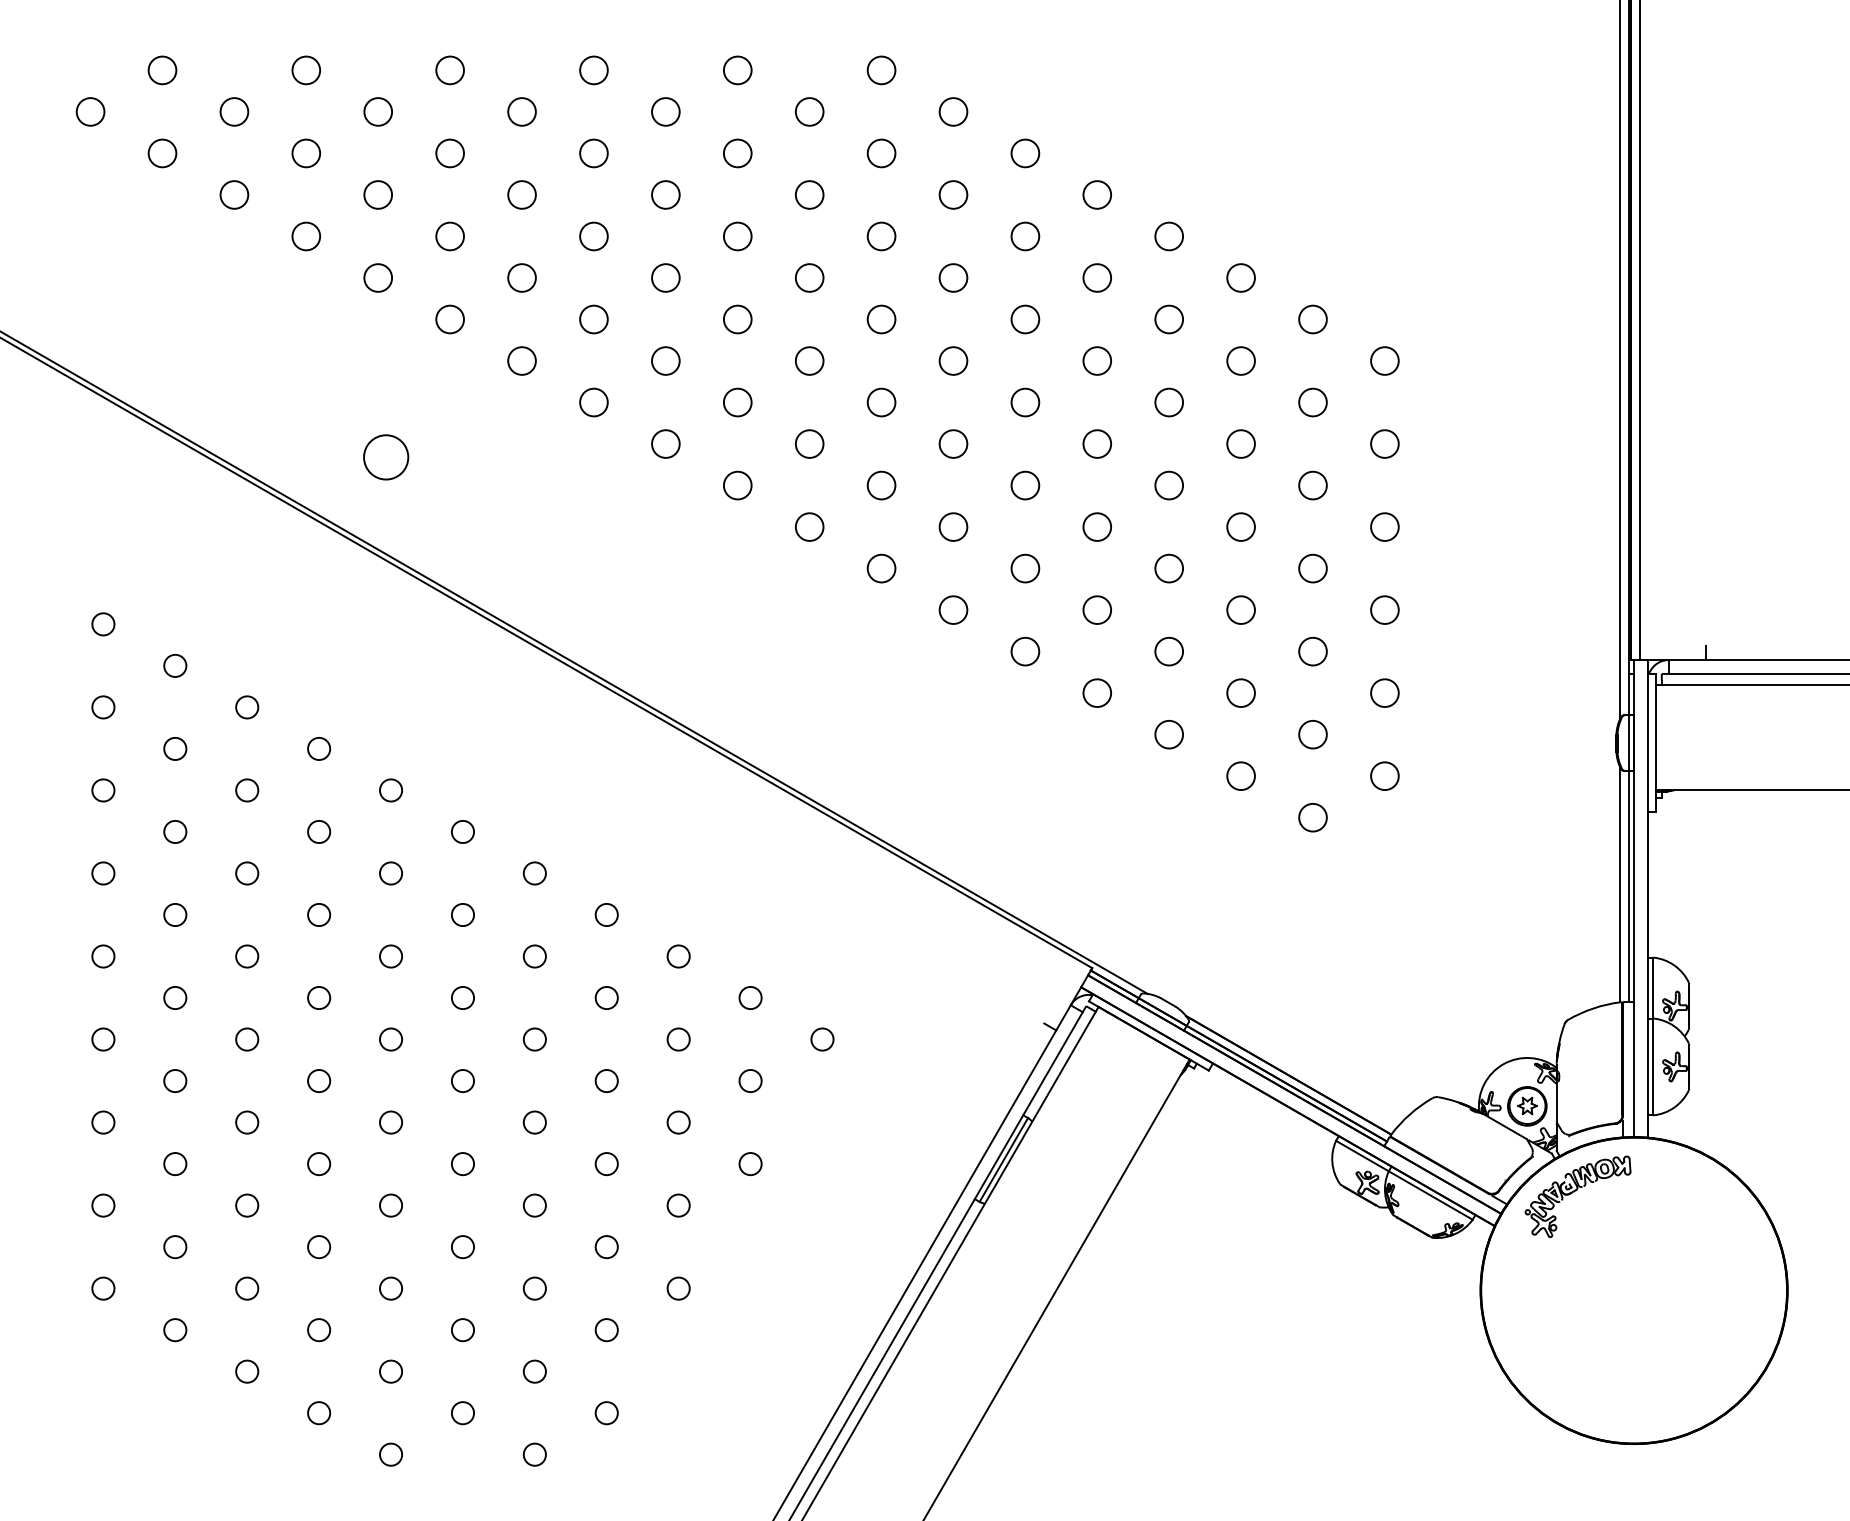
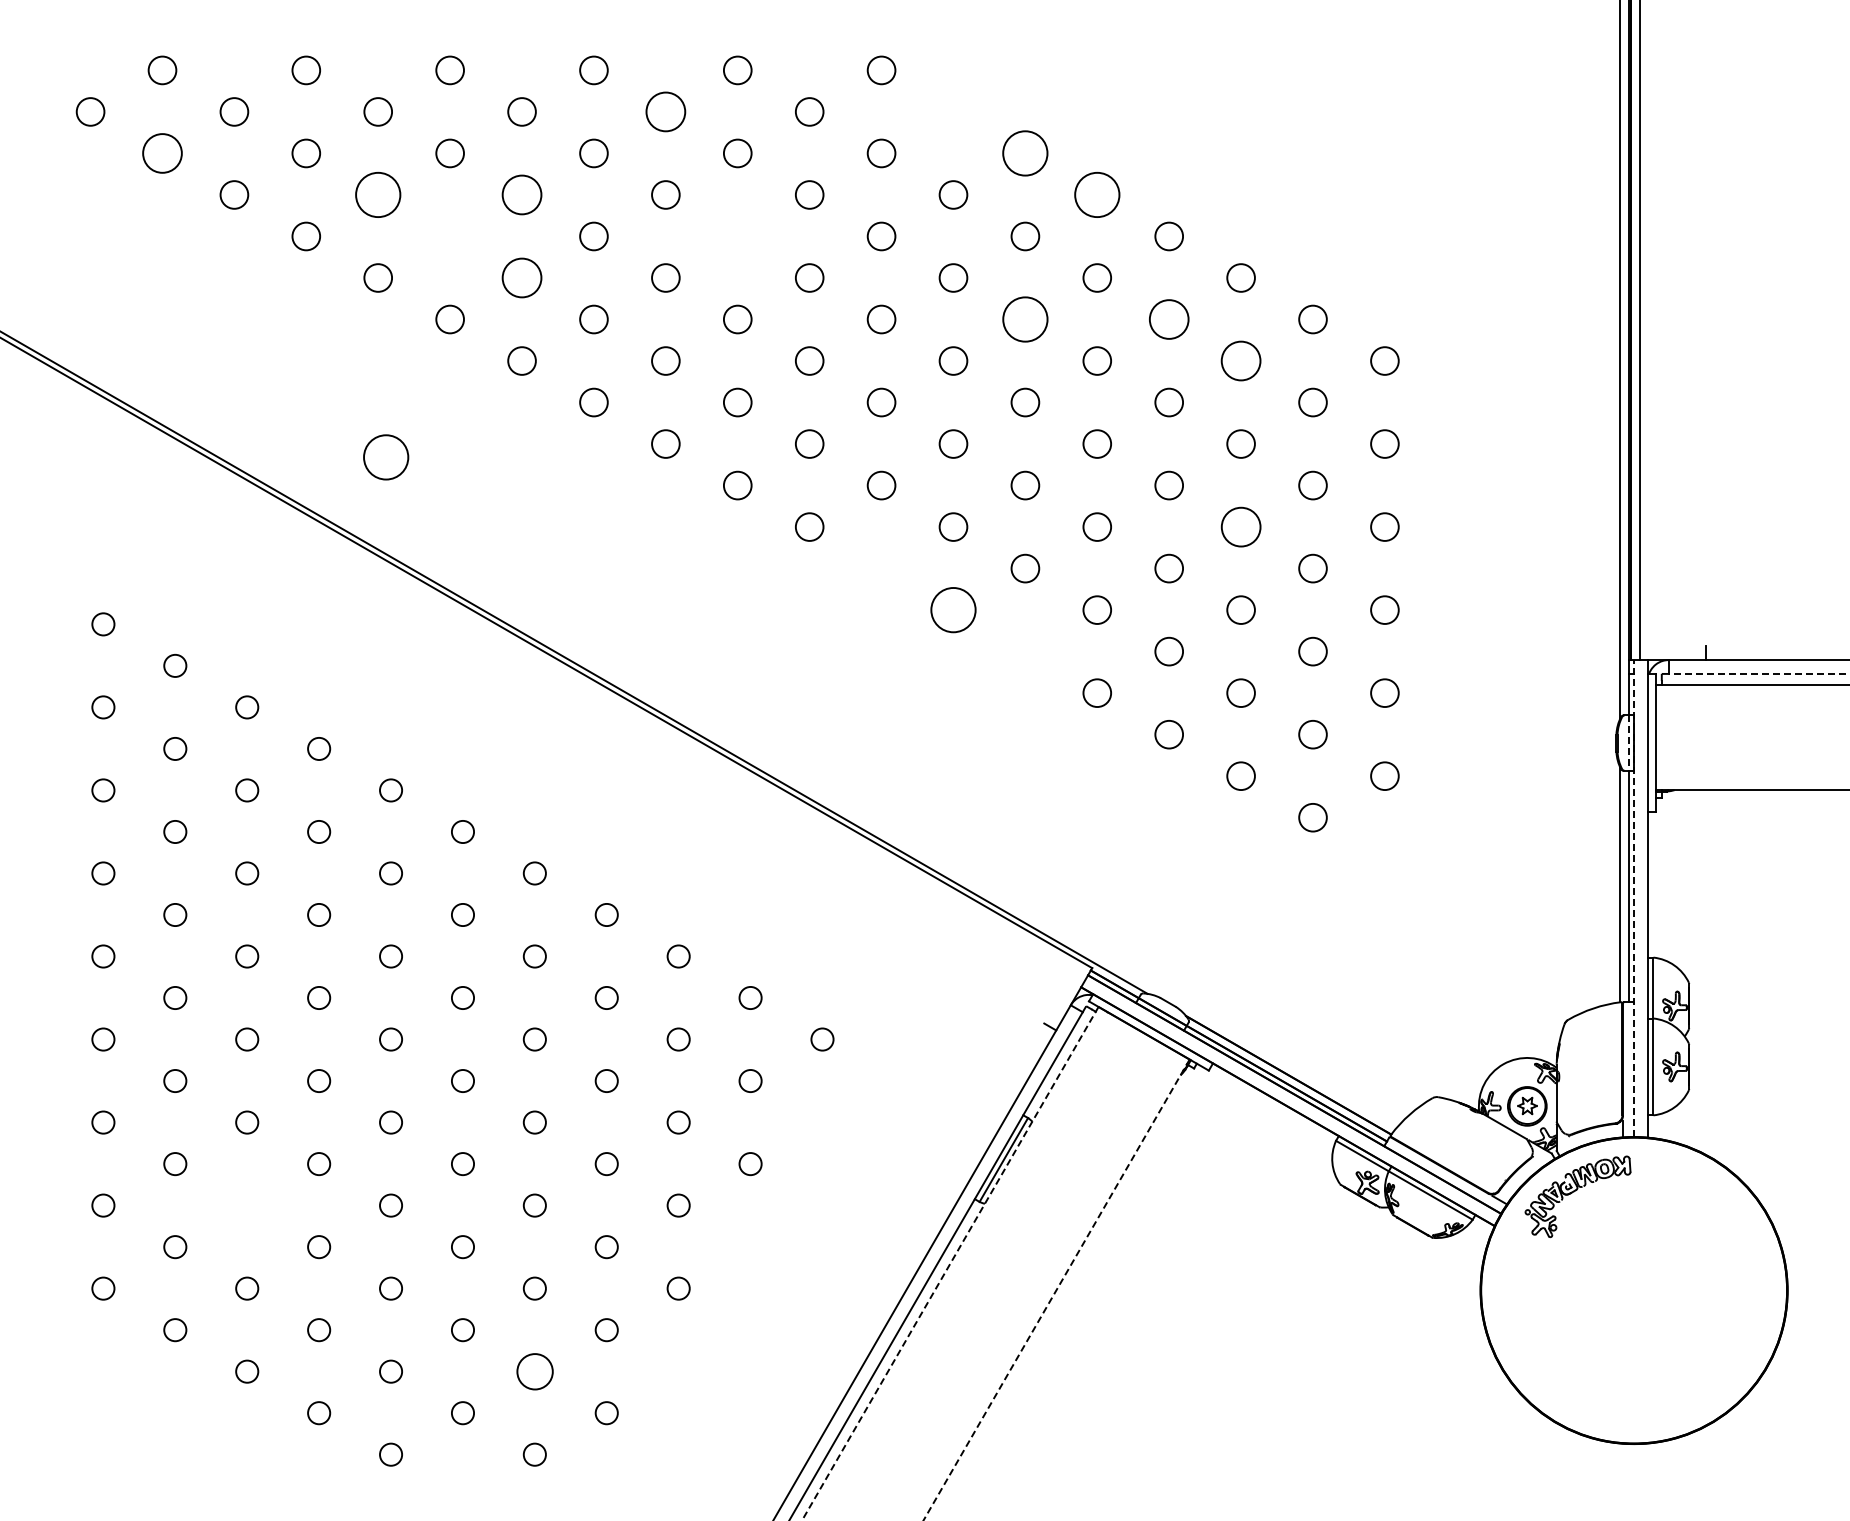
circle at (665, 111) diameter: 28 px -> 39 px
circle at (953, 111): present -> none
circle at (162, 153) diameter: 28 px -> 39 px
circle at (1025, 153) size: 31x31 px -> 47x47 px
circle at (378, 194) diameter: 28 px -> 44 px
circle at (521, 194) diameter: 28 px -> 39 px
circle at (1097, 194) diameter: 28 px -> 44 px
circle at (449, 236): present -> none
circle at (737, 236): present -> none
circle at (521, 277) diameter: 28 px -> 39 px
circle at (1025, 319) diameter: 28 px -> 44 px
circle at (1169, 319) diameter: 28 px -> 39 px
circle at (1240, 360) diameter: 28 px -> 39 px
circle at (1240, 526) size: 30x30 px -> 42x42 px
circle at (881, 568): present -> none
circle at (953, 609) diameter: 28 px -> 44 px
circle at (1025, 651): present -> none
line at (1758, 673): solid -> dashed
line at (1628, 743): solid -> dashed
line at (1634, 898): solid -> dashed
circle at (247, 1205): present -> none
line at (950, 1264): solid -> dashed
line at (1056, 1290): solid -> dashed
circle at (534, 1371) size: 25x25 px -> 38x38 px
